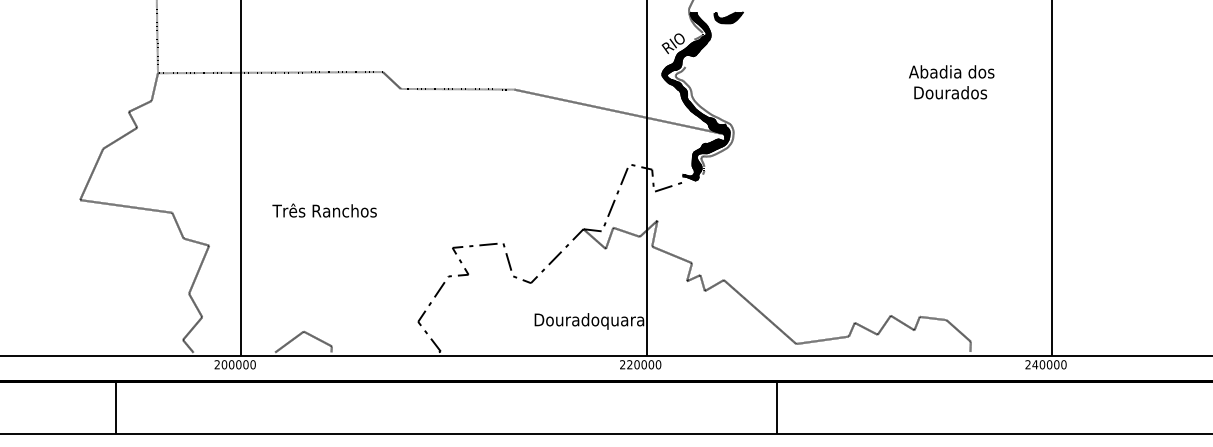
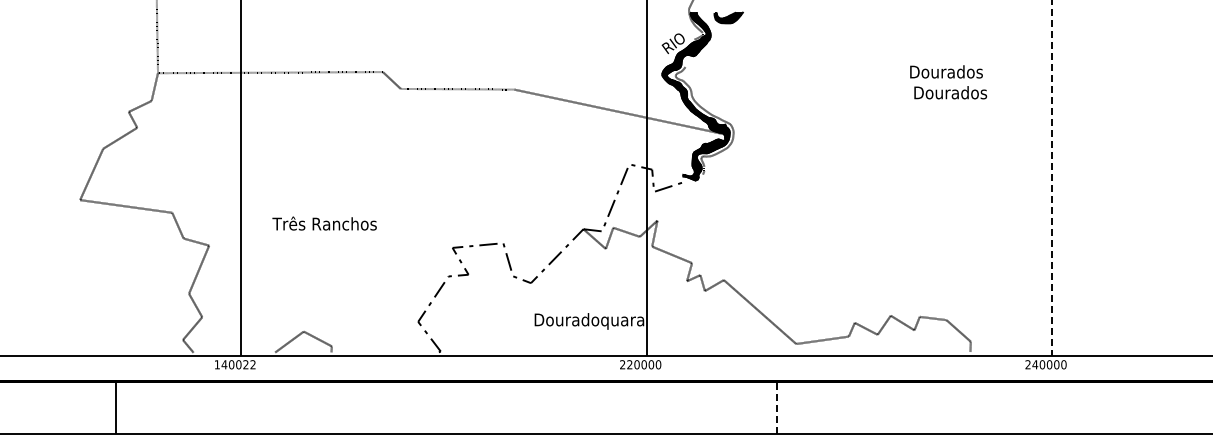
text at (951, 71): Abadia dos -> Dourados
line at (1051, 178): solid -> dashed
text at (324, 210) position: (324, 210) -> (324, 223)
text at (234, 364): 200000 -> 140022
line at (776, 407): solid -> dashed
